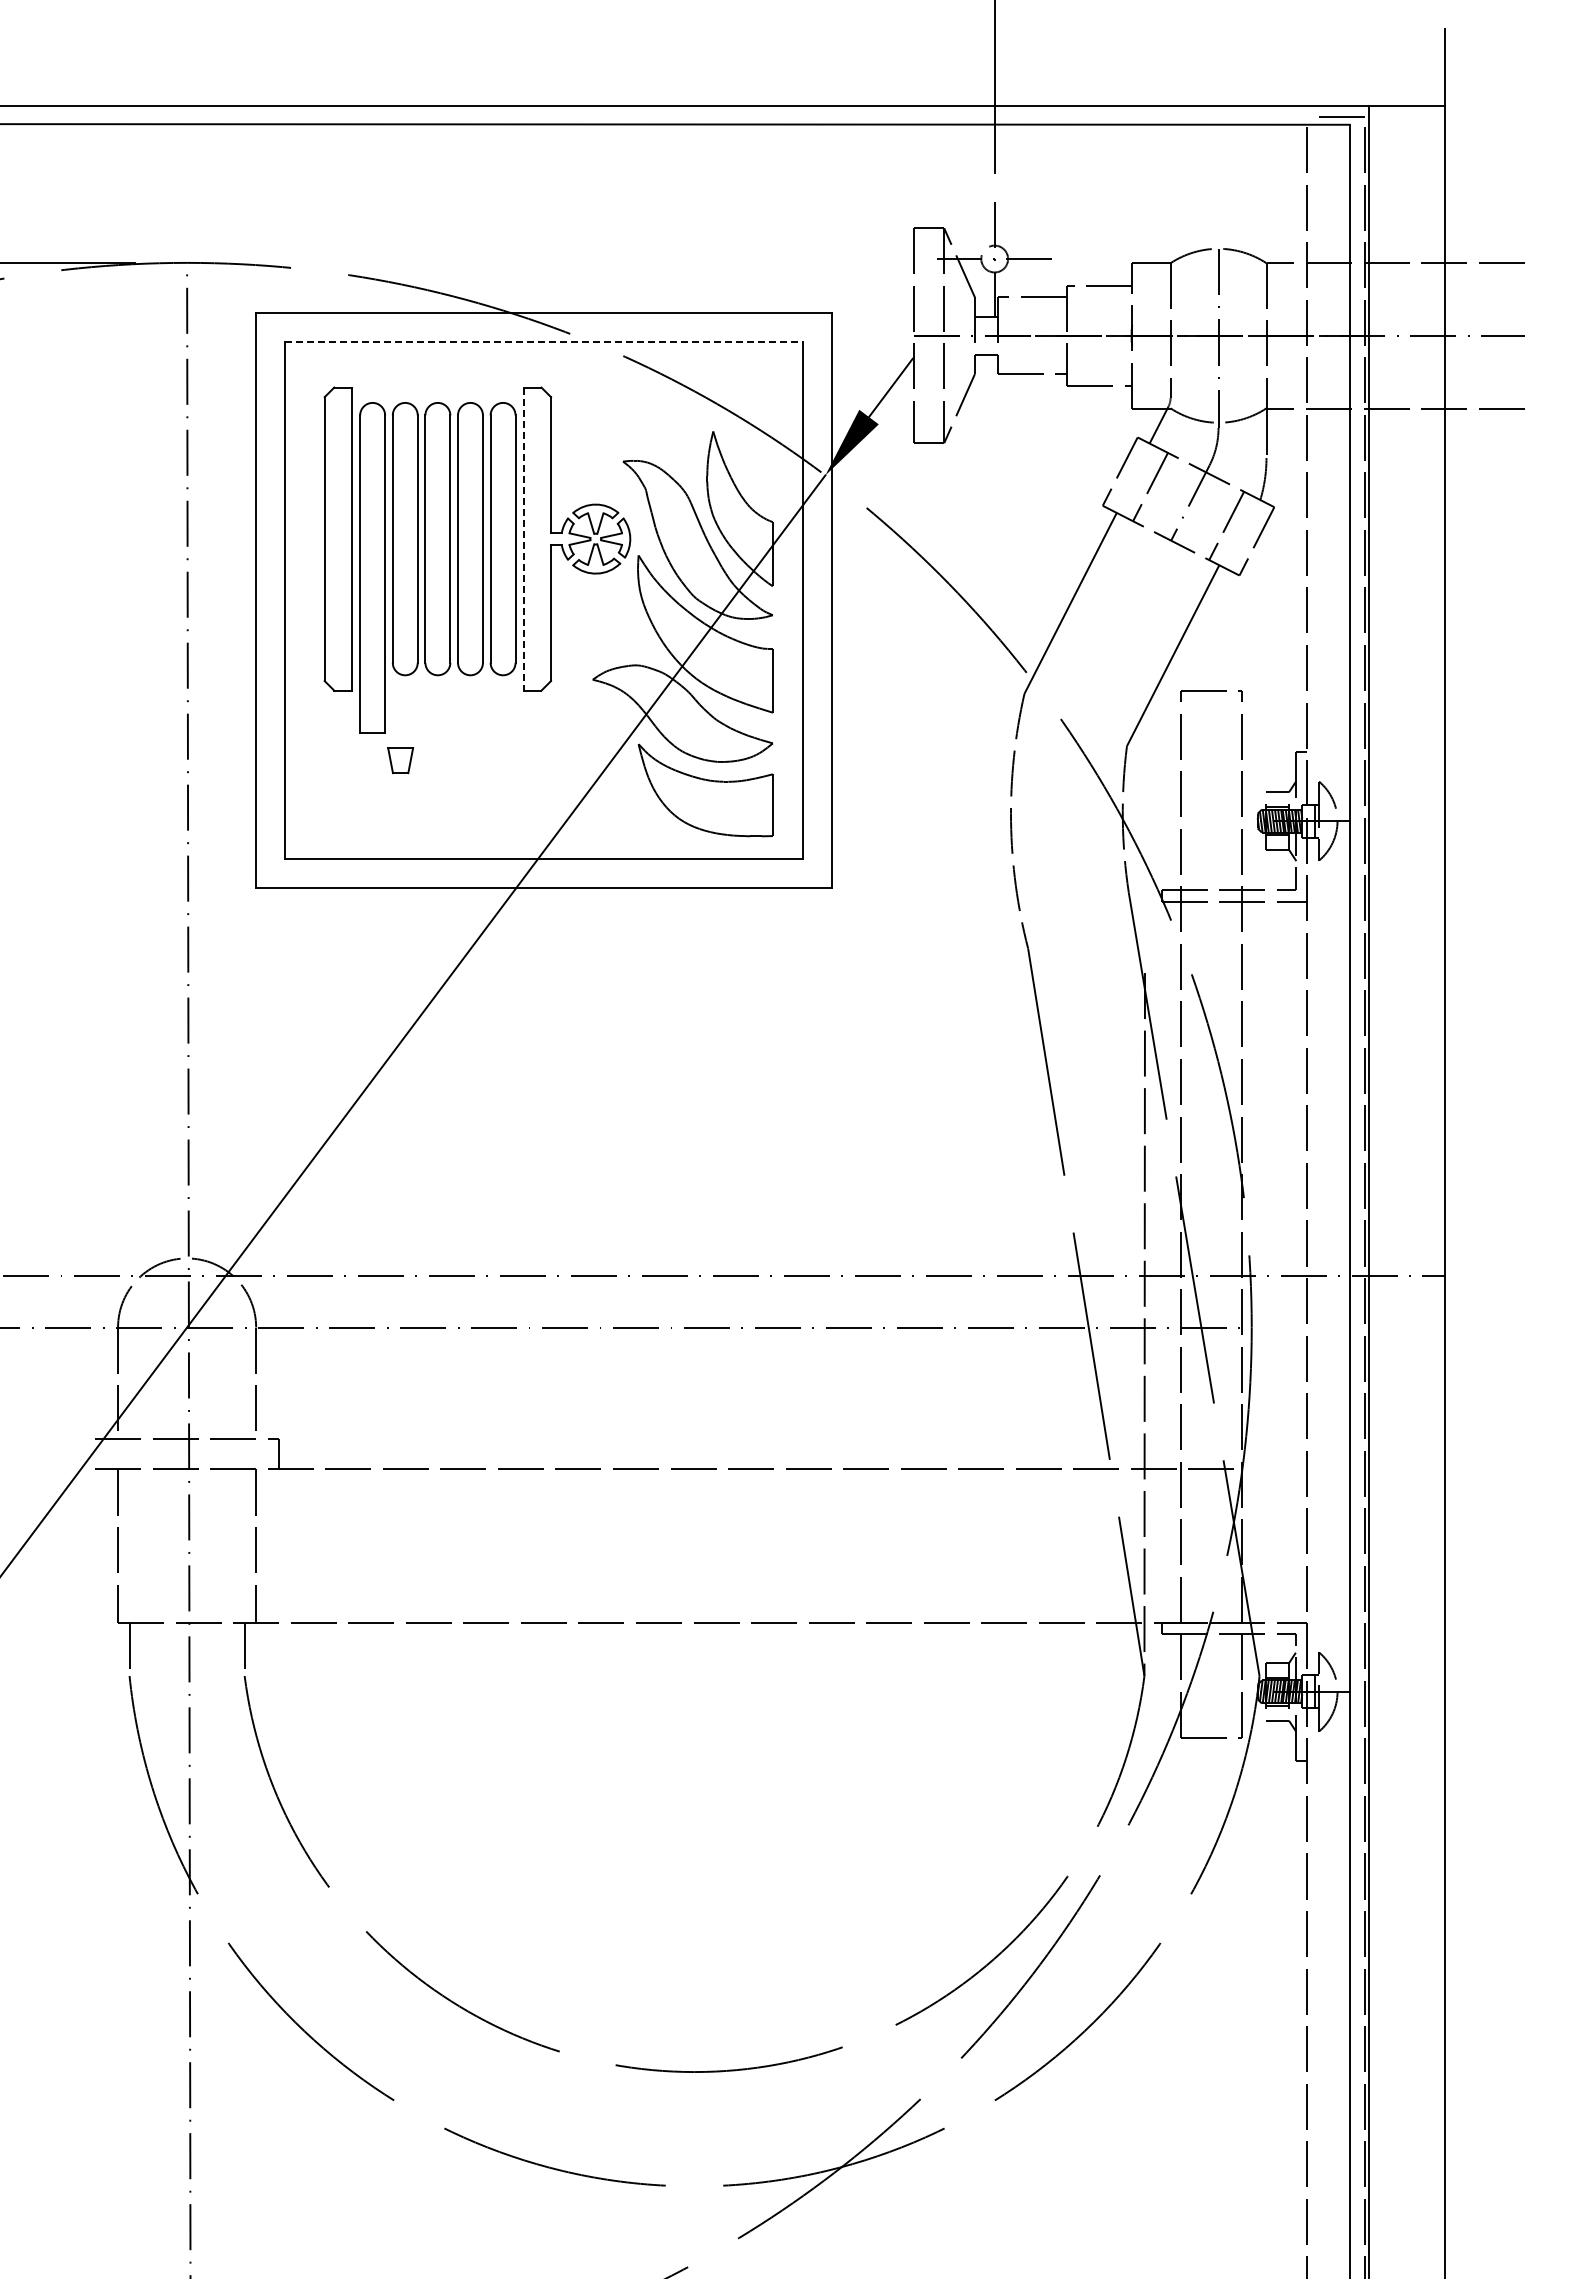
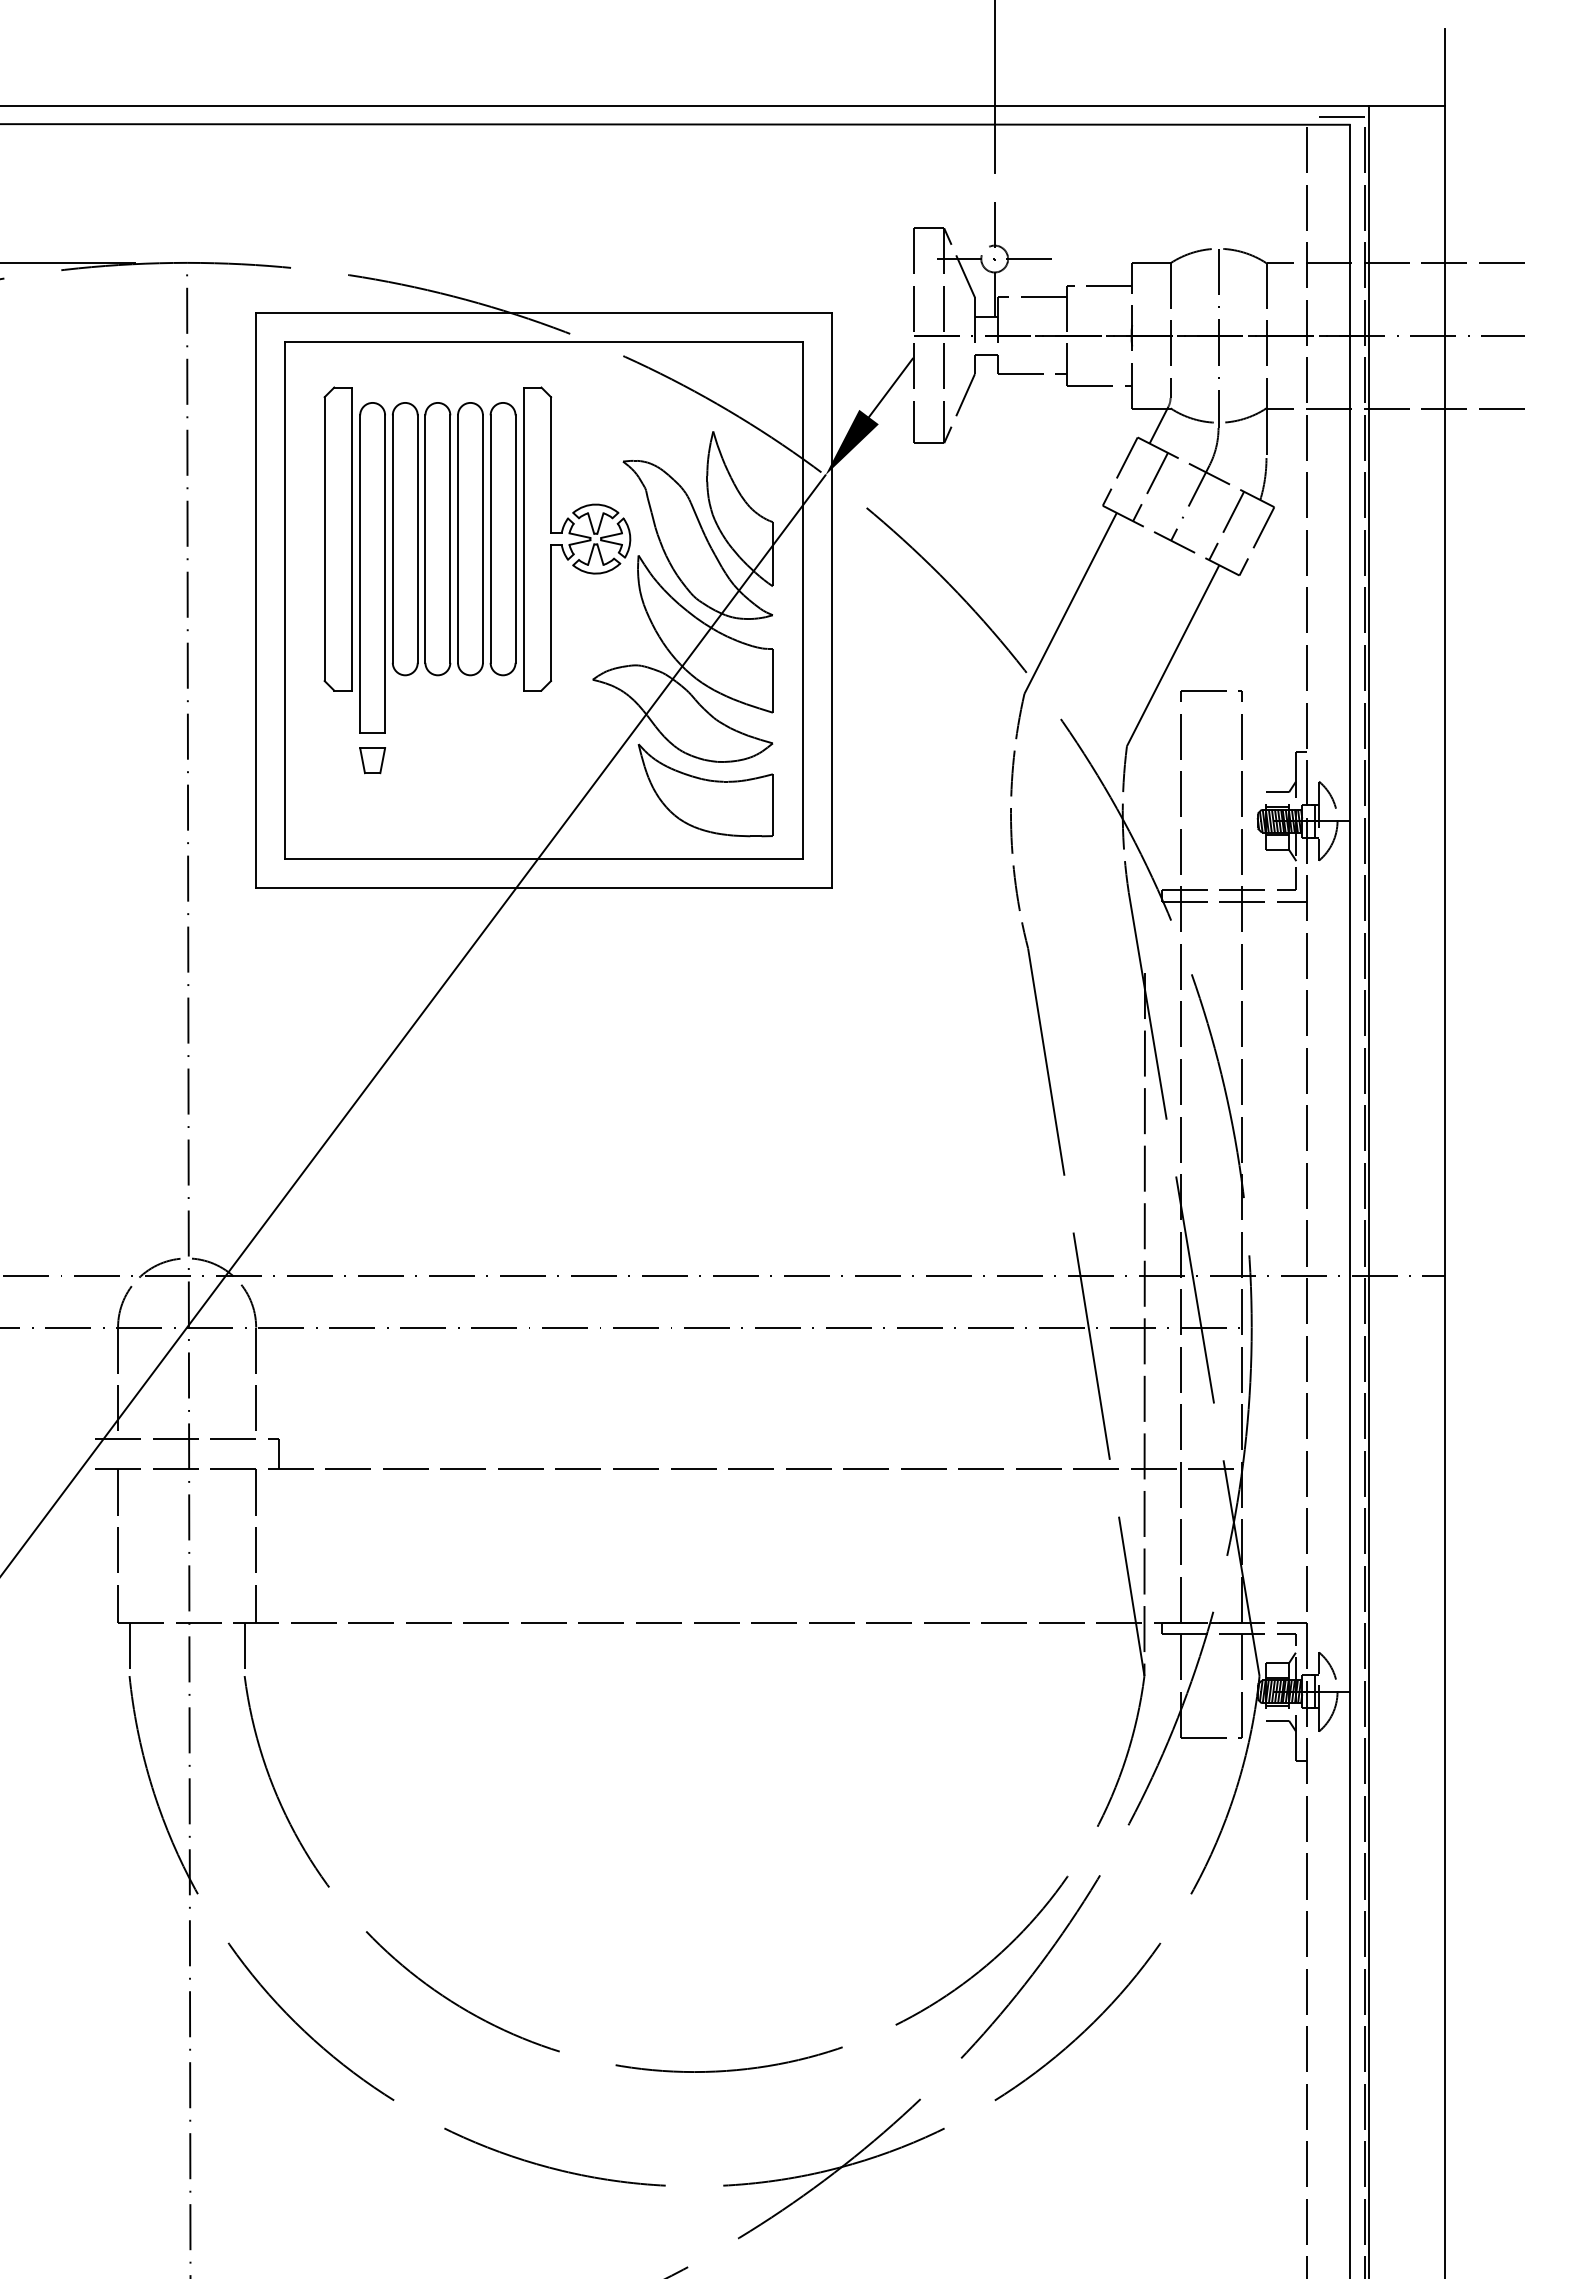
line at (543, 341): dashed -> solid
line at (524, 539): dashed -> solid
part at (400, 760) position: (400, 760) -> (372, 760)
